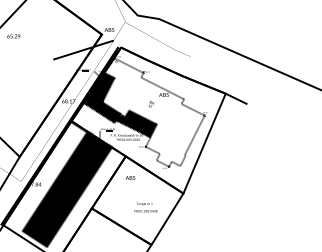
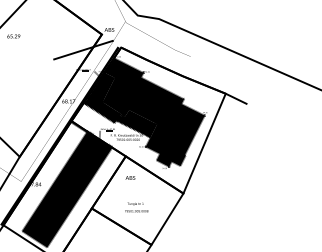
fill at (153, 112): none -> present
text at (145, 207) position: (145, 207) -> (136, 207)
